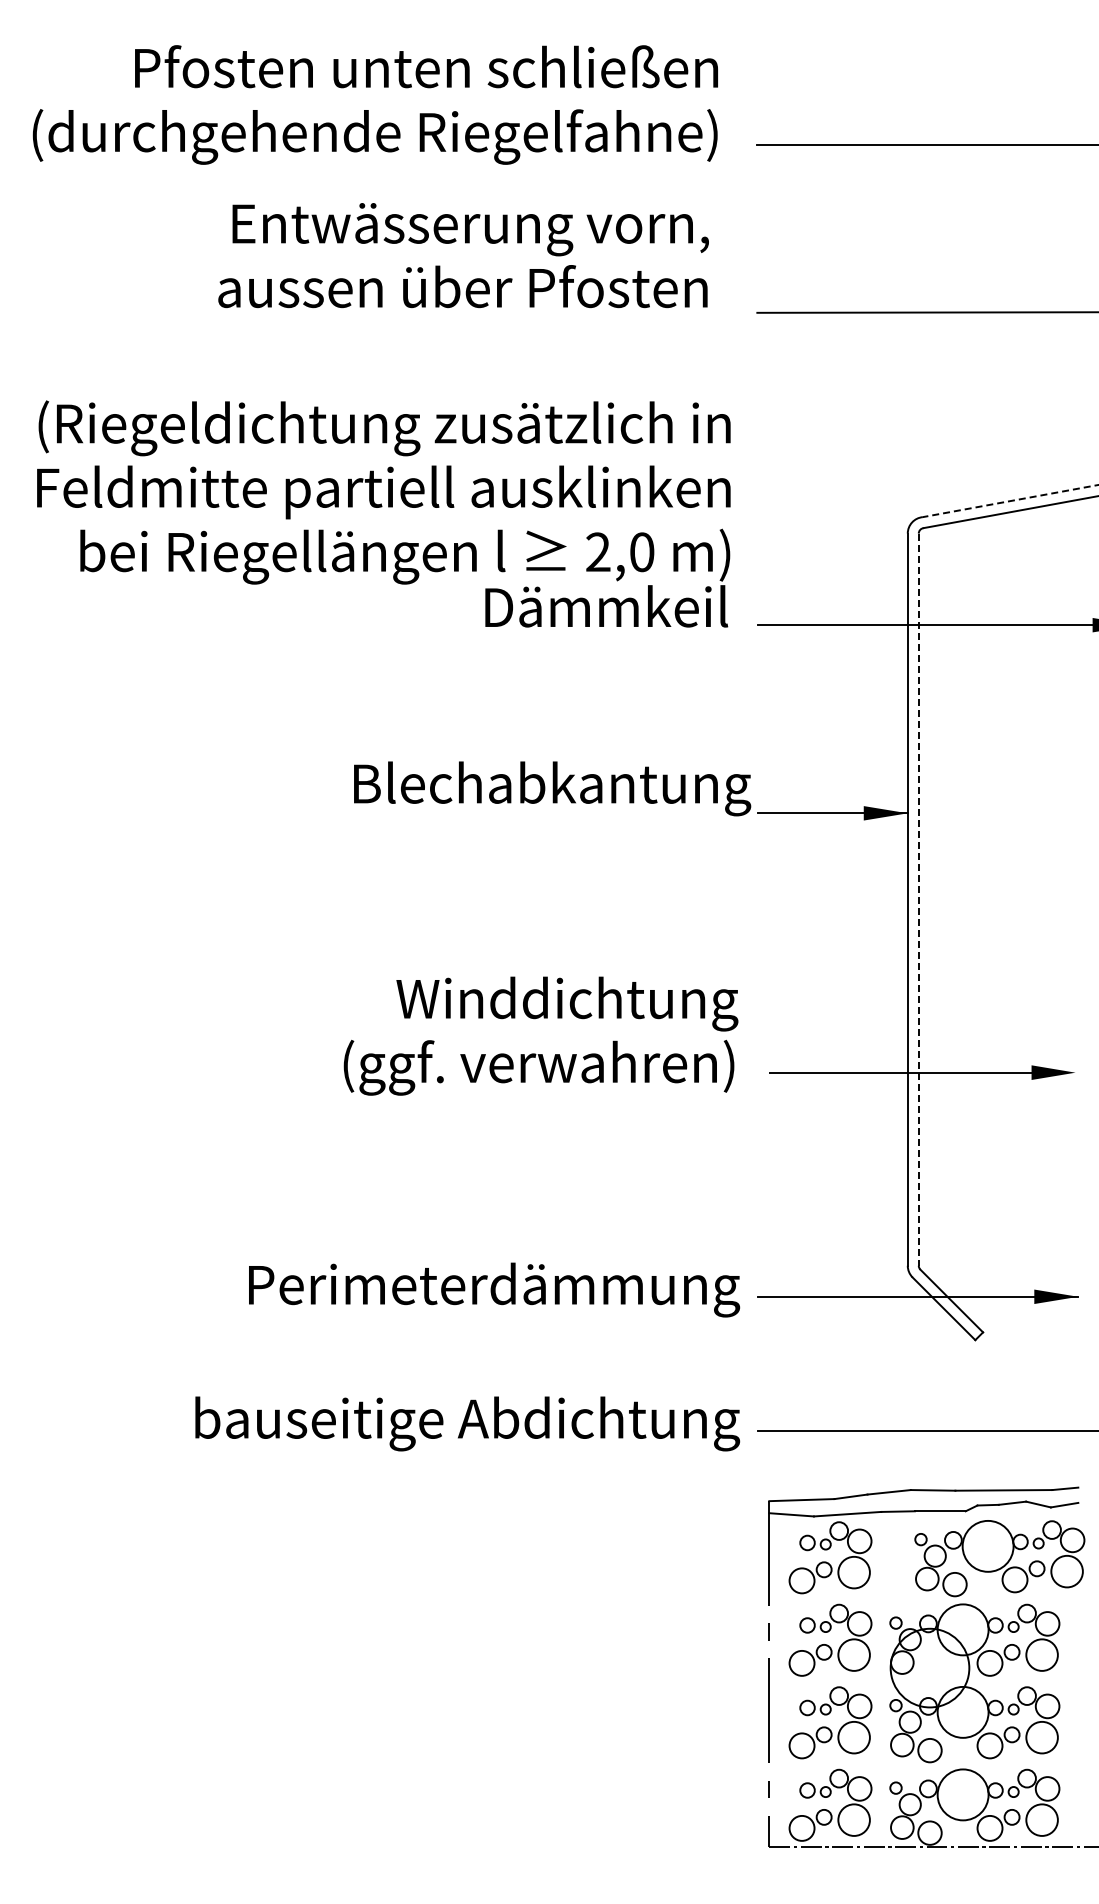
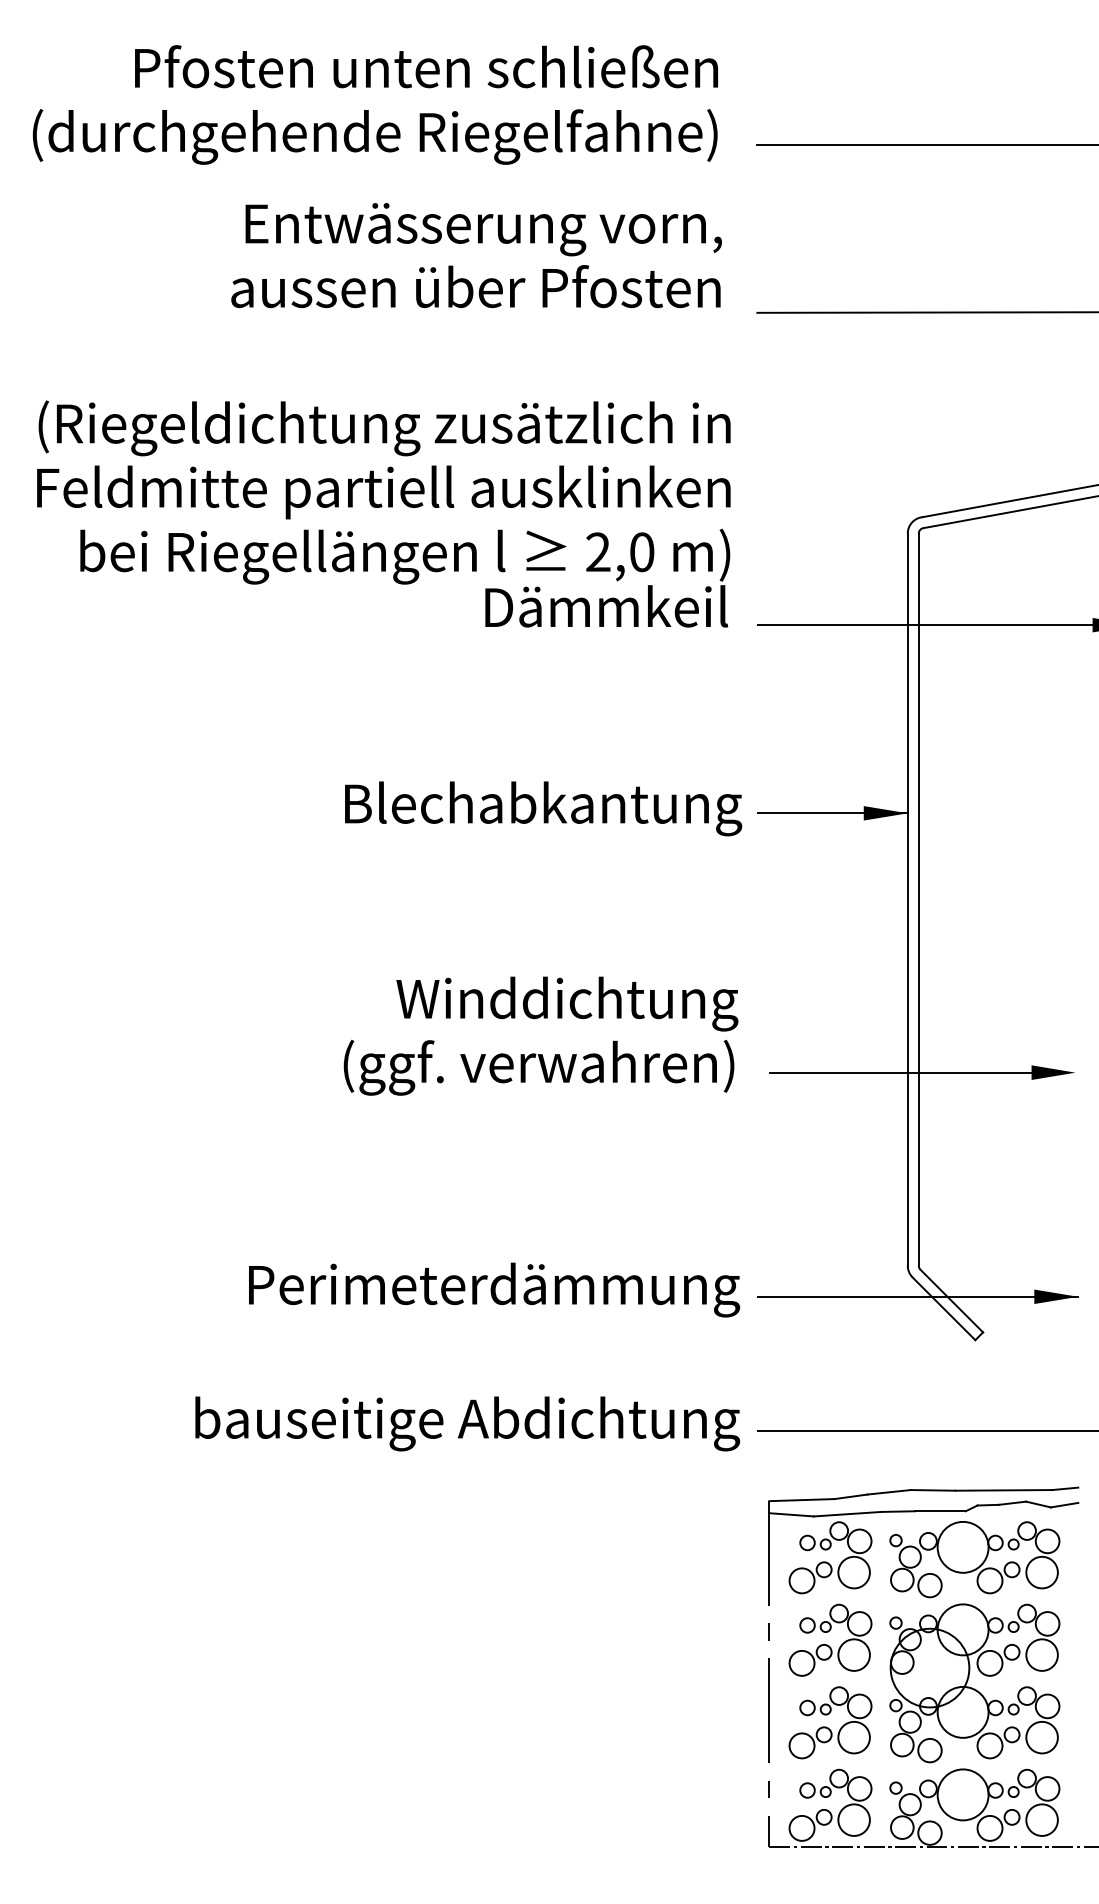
text at (463, 255) position: (463, 255) -> (476, 255)
line at (1010, 501): dashed -> solid
text at (552, 788) position: (552, 788) -> (543, 808)
line at (918, 900): dashed -> solid
part at (999, 1558) position: (999, 1558) -> (974, 1559)
